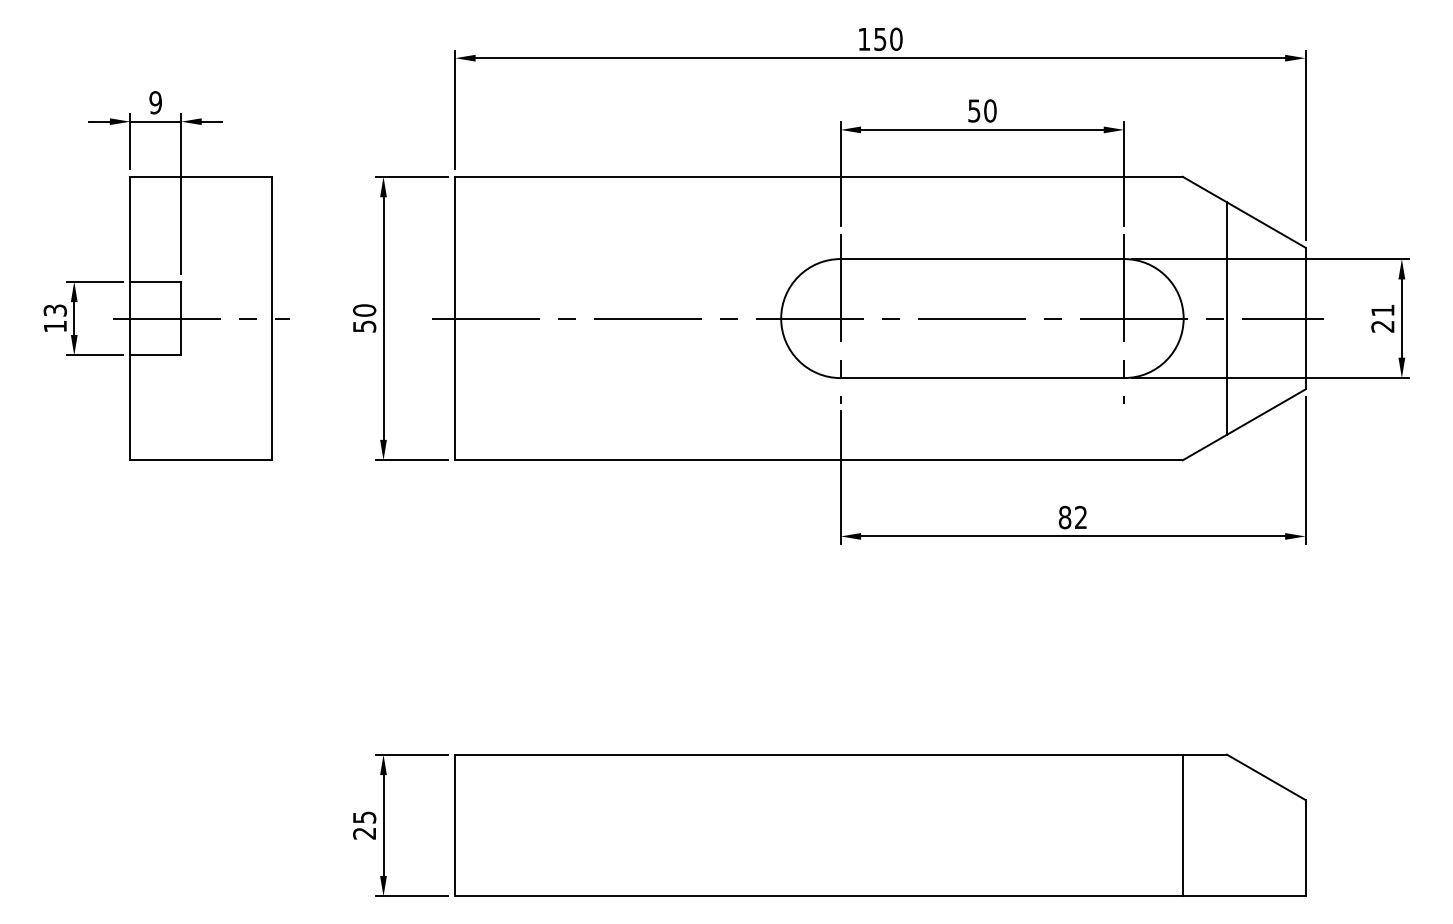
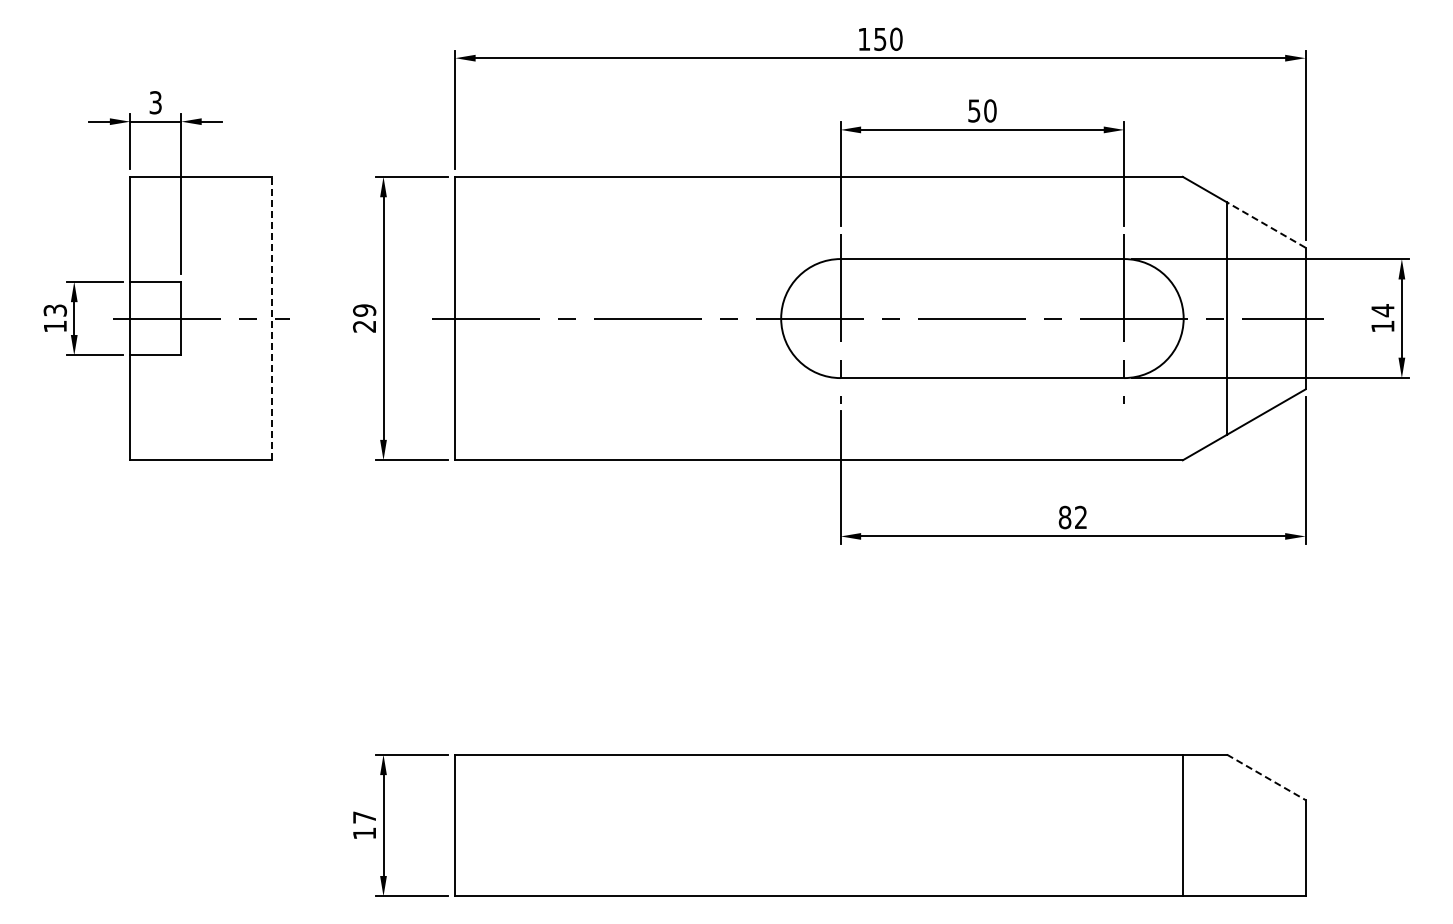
text at (155, 102): 9 -> 3
line at (1265, 224): solid -> dashed
line at (271, 318): solid -> dashed
text at (364, 318): 50 -> 29
text at (1382, 318): 21 -> 14
line at (1266, 777): solid -> dashed
text at (364, 825): 25 -> 17
